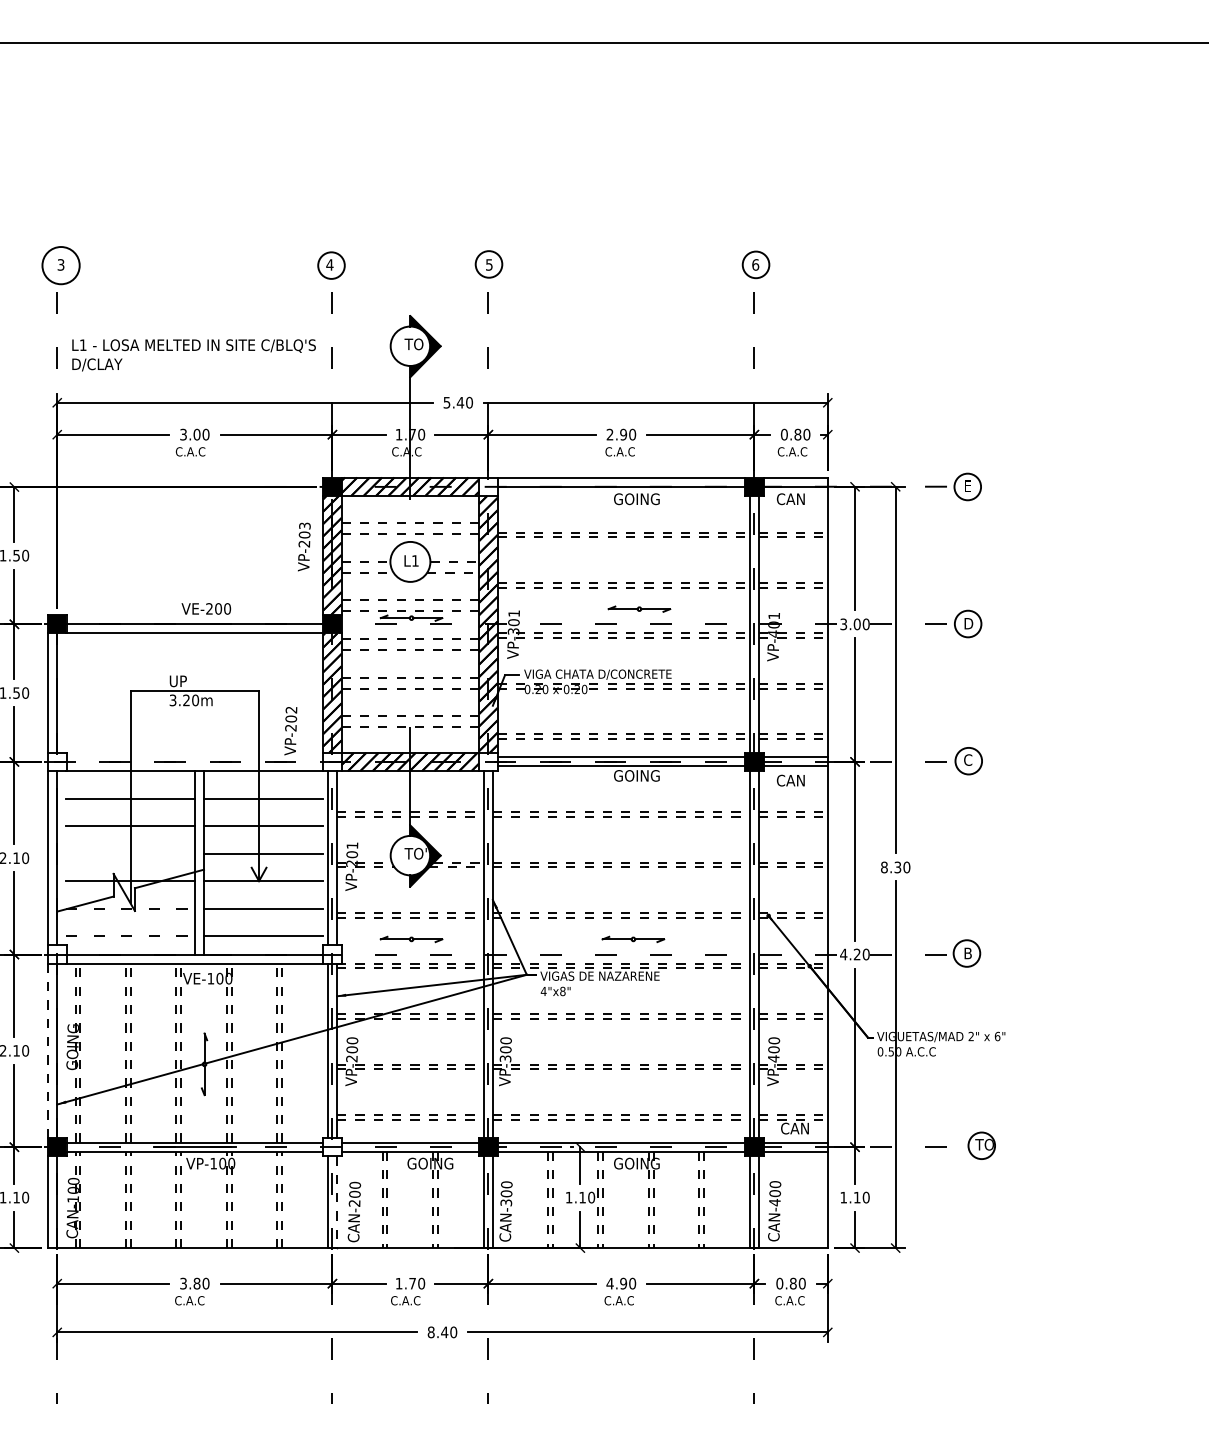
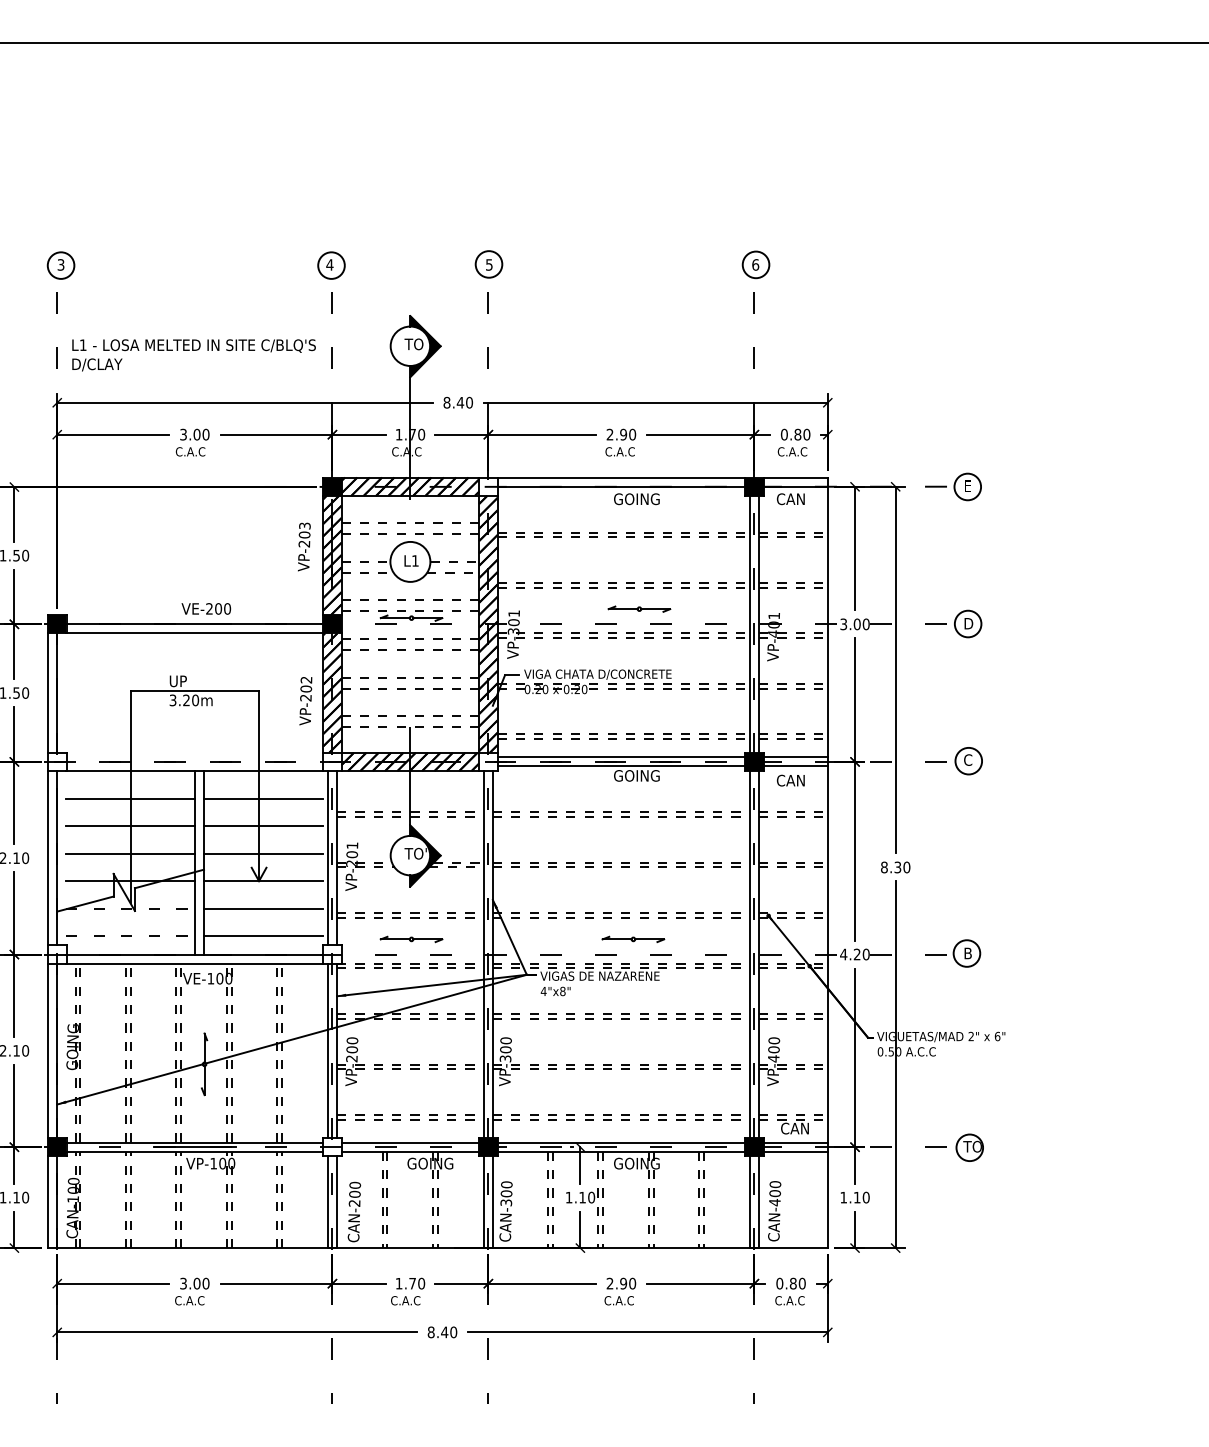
circle at (60, 265) diameter: 37 px -> 27 px
text at (446, 402): 5.40 -> 8.40
text at (290, 731) position: (290, 731) -> (305, 701)
line at (130, 853): none -> present
line at (48, 1050): dashed -> solid
part at (981, 1145) position: (981, 1145) -> (969, 1147)
line at (337, 1202): dashed -> solid
text at (196, 1283): 3.80 -> 3.00
text at (609, 1283): 4.90 -> 2.90
